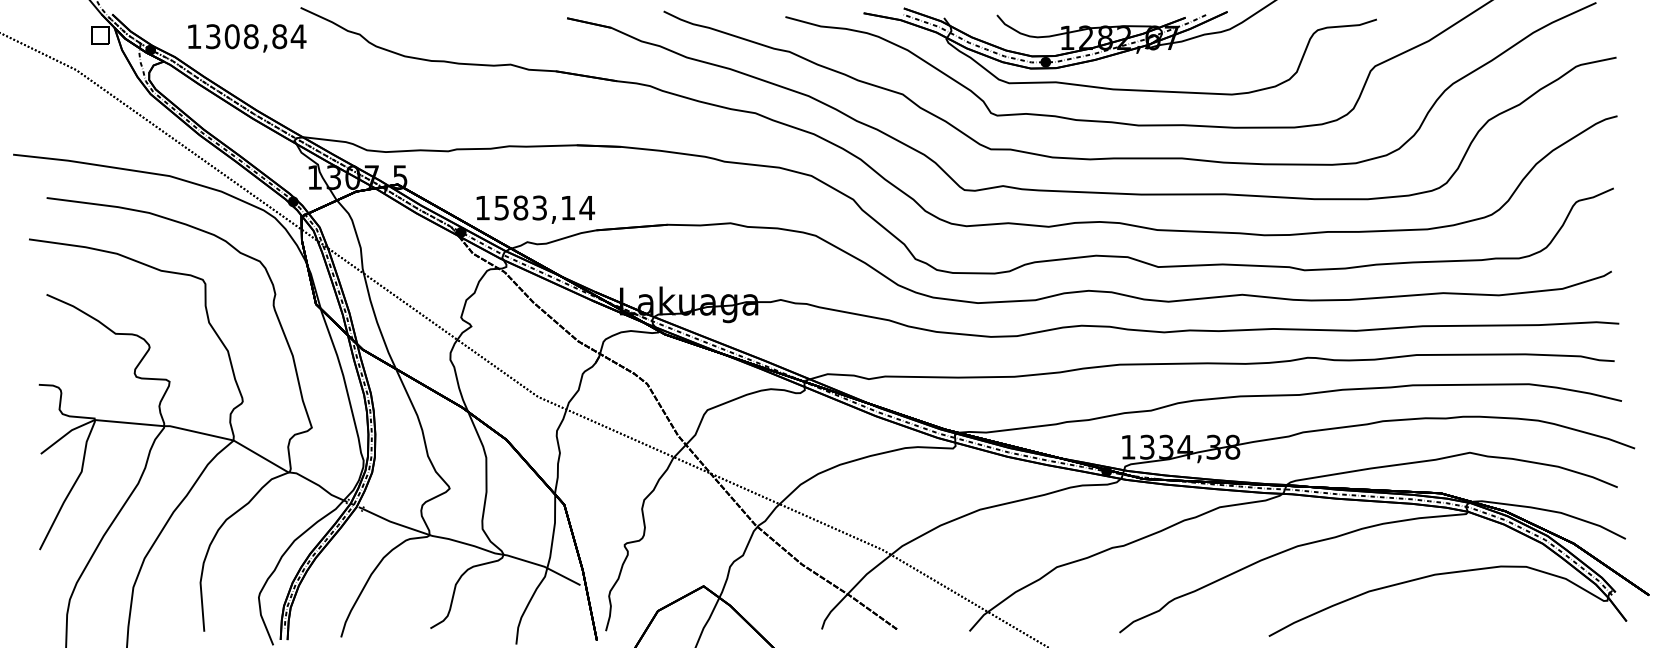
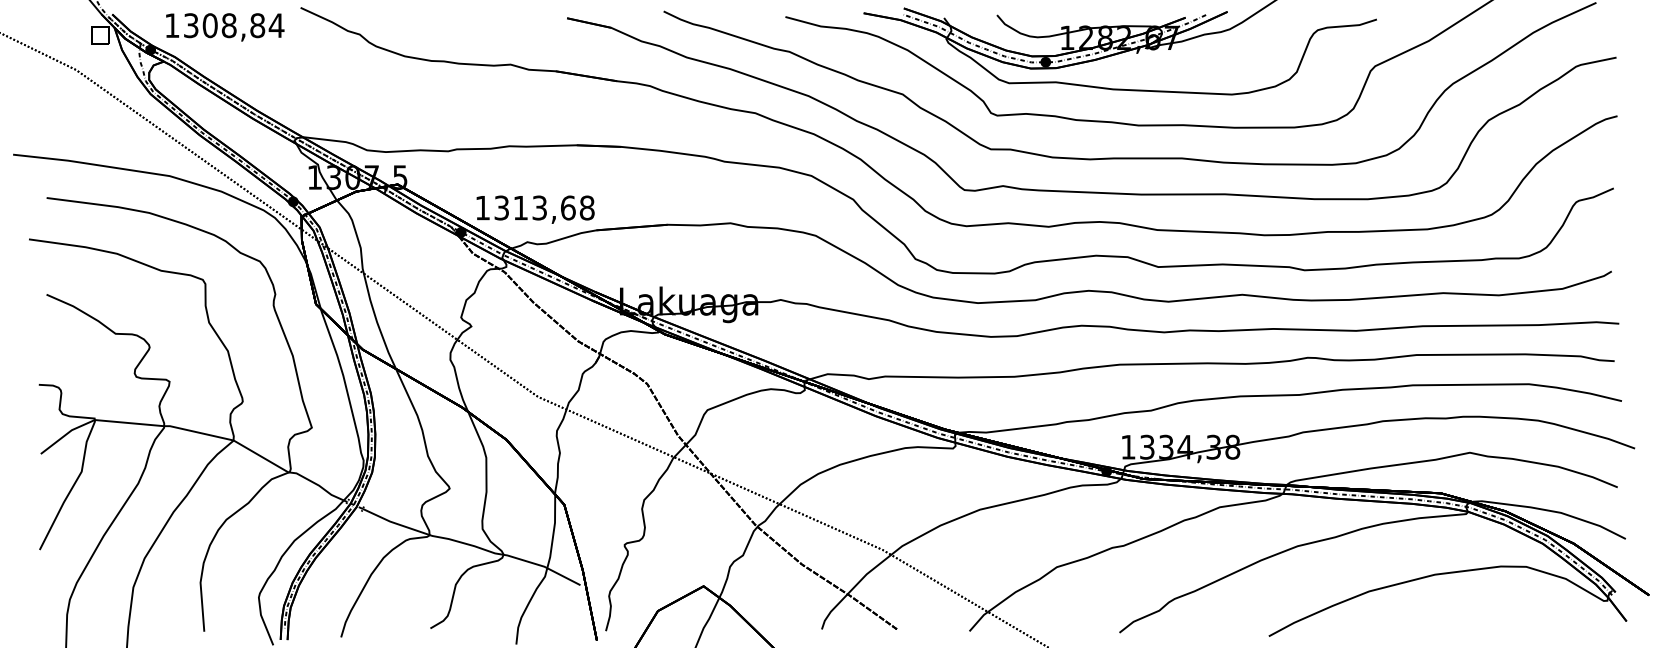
text at (247, 38) position: (247, 38) -> (225, 27)
text at (545, 207): 1583,14 -> 1313,68
